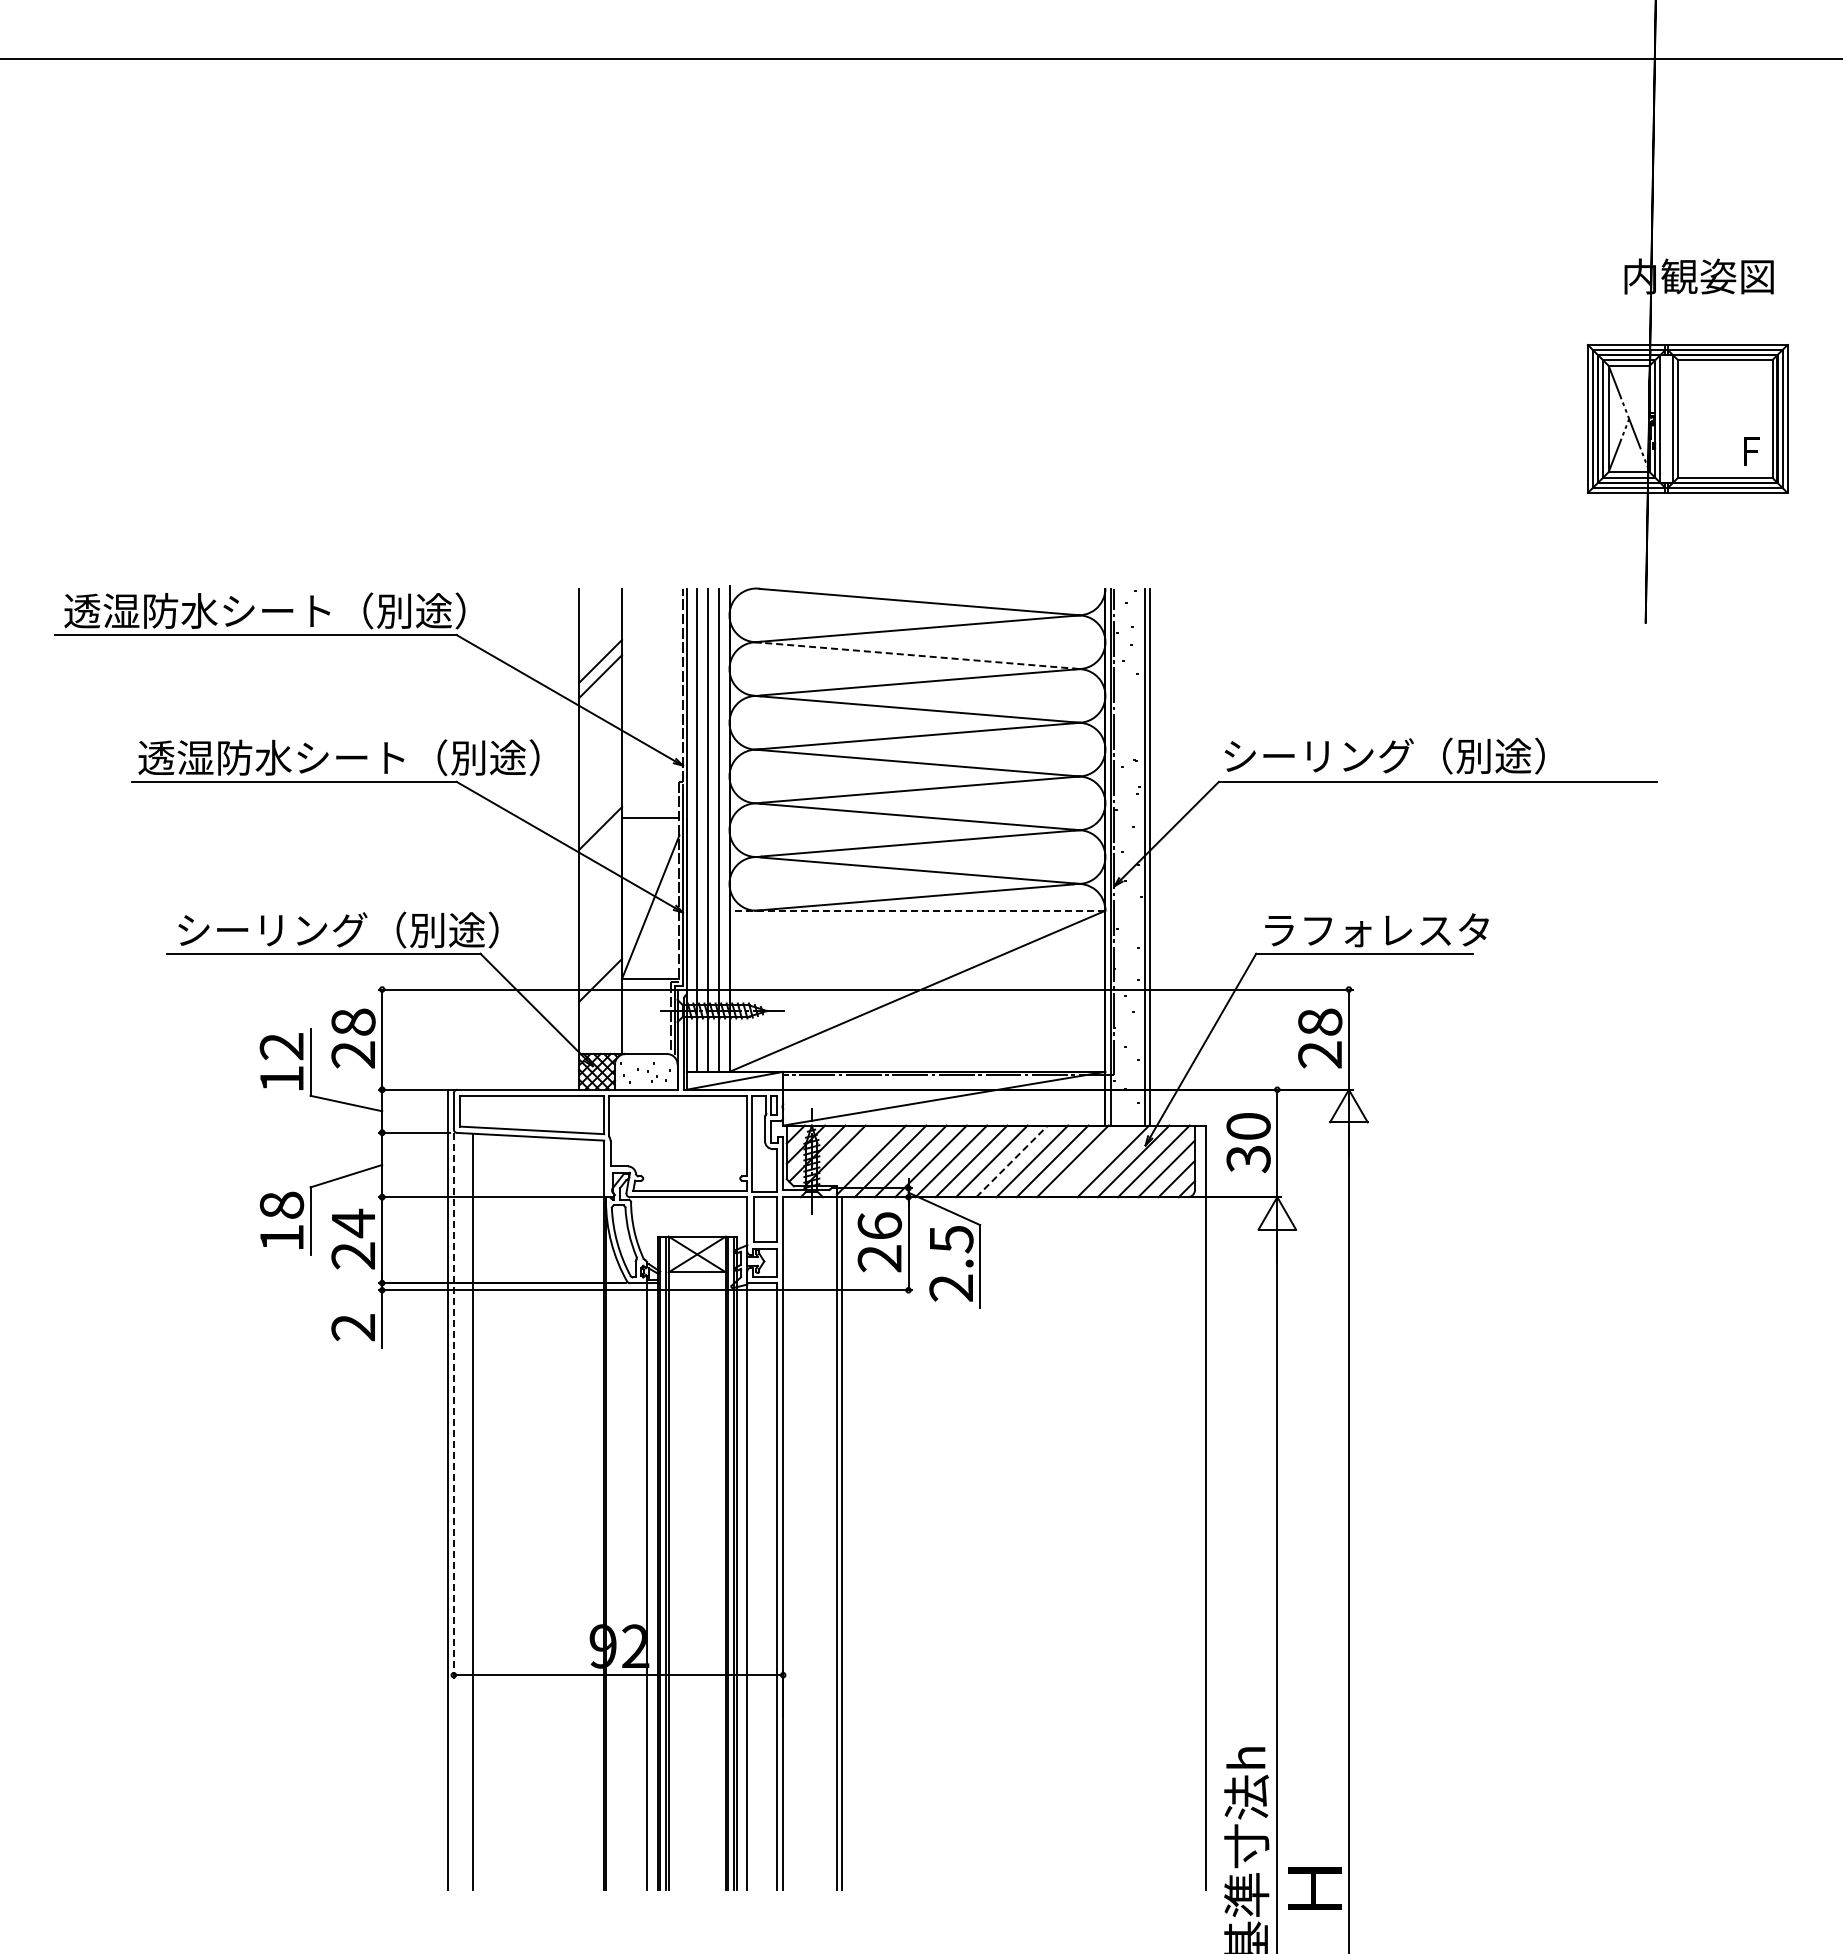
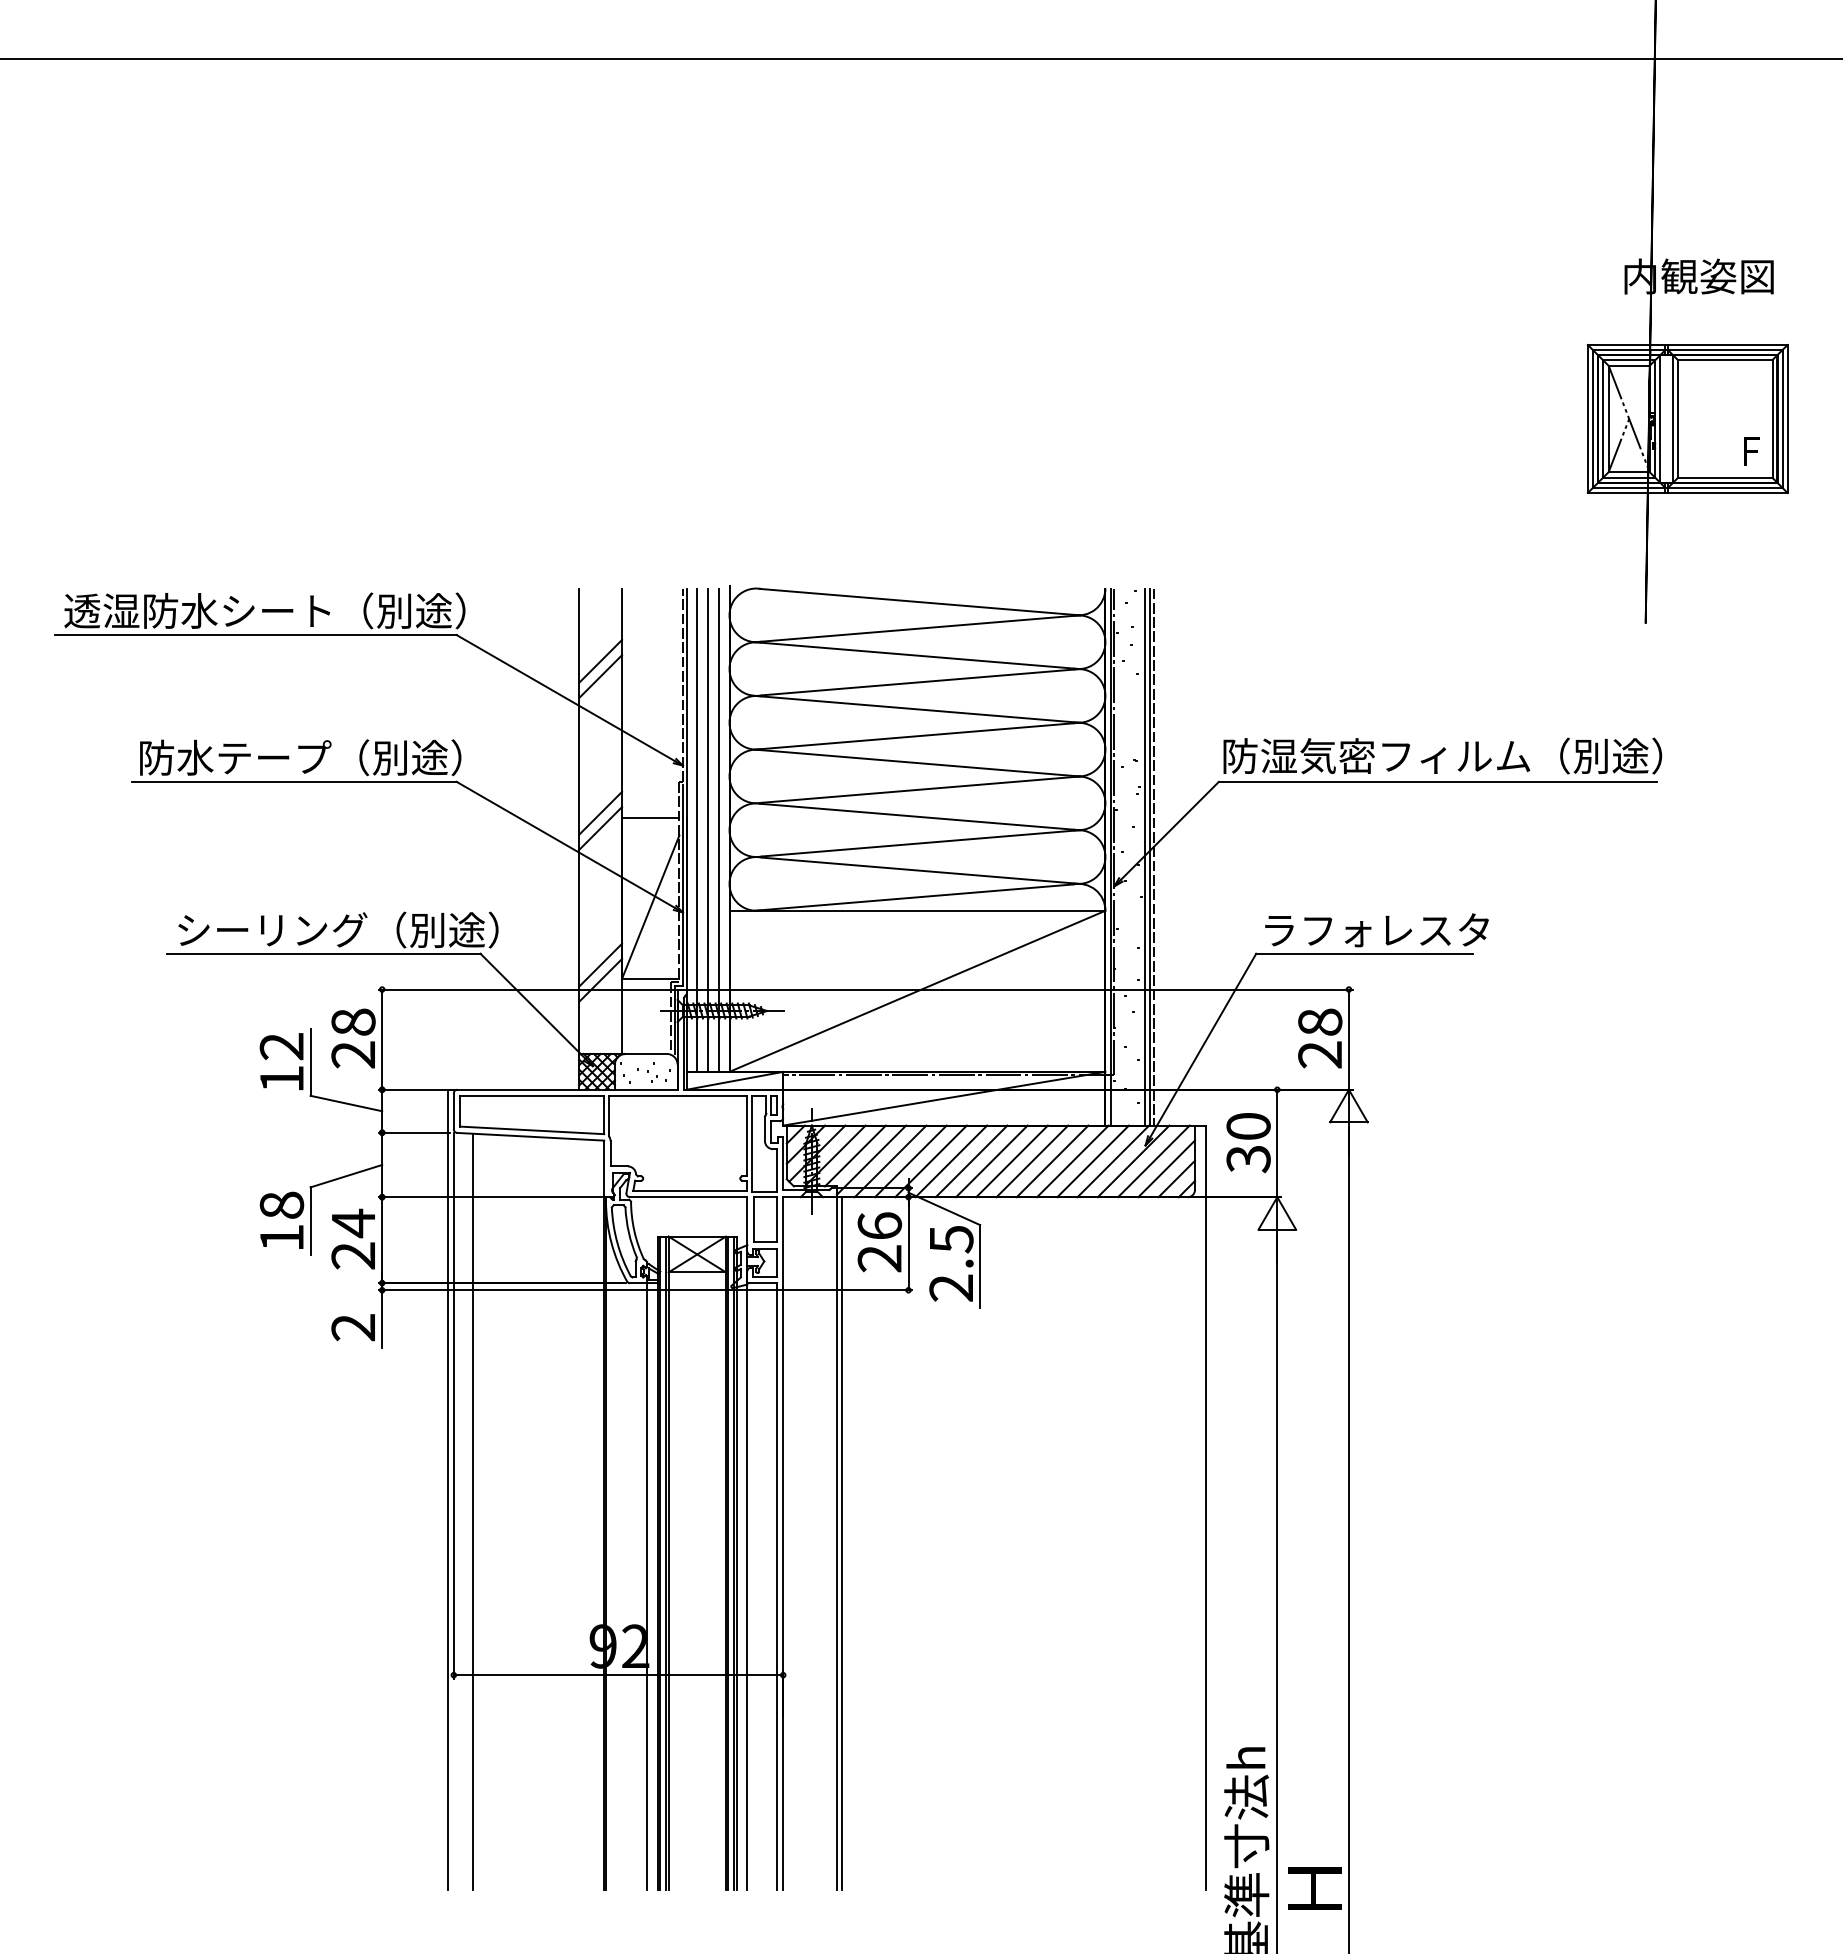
line at (917, 655): dashed -> solid
text at (1442, 755): シーリング（別途） -> 防湿気密フィルム（別途）
text at (338, 757): 透湿防水シート（別途） -> 防水テープ（別途）
line at (600, 812): none -> present
line at (1153, 856): none -> present
line at (917, 910): dashed -> solid
line at (600, 964): none -> present
line at (855, 1155): none -> present
line at (1012, 1161): dashed -> solid
line at (1092, 1161): none -> present
line at (453, 1405): dashed -> solid
